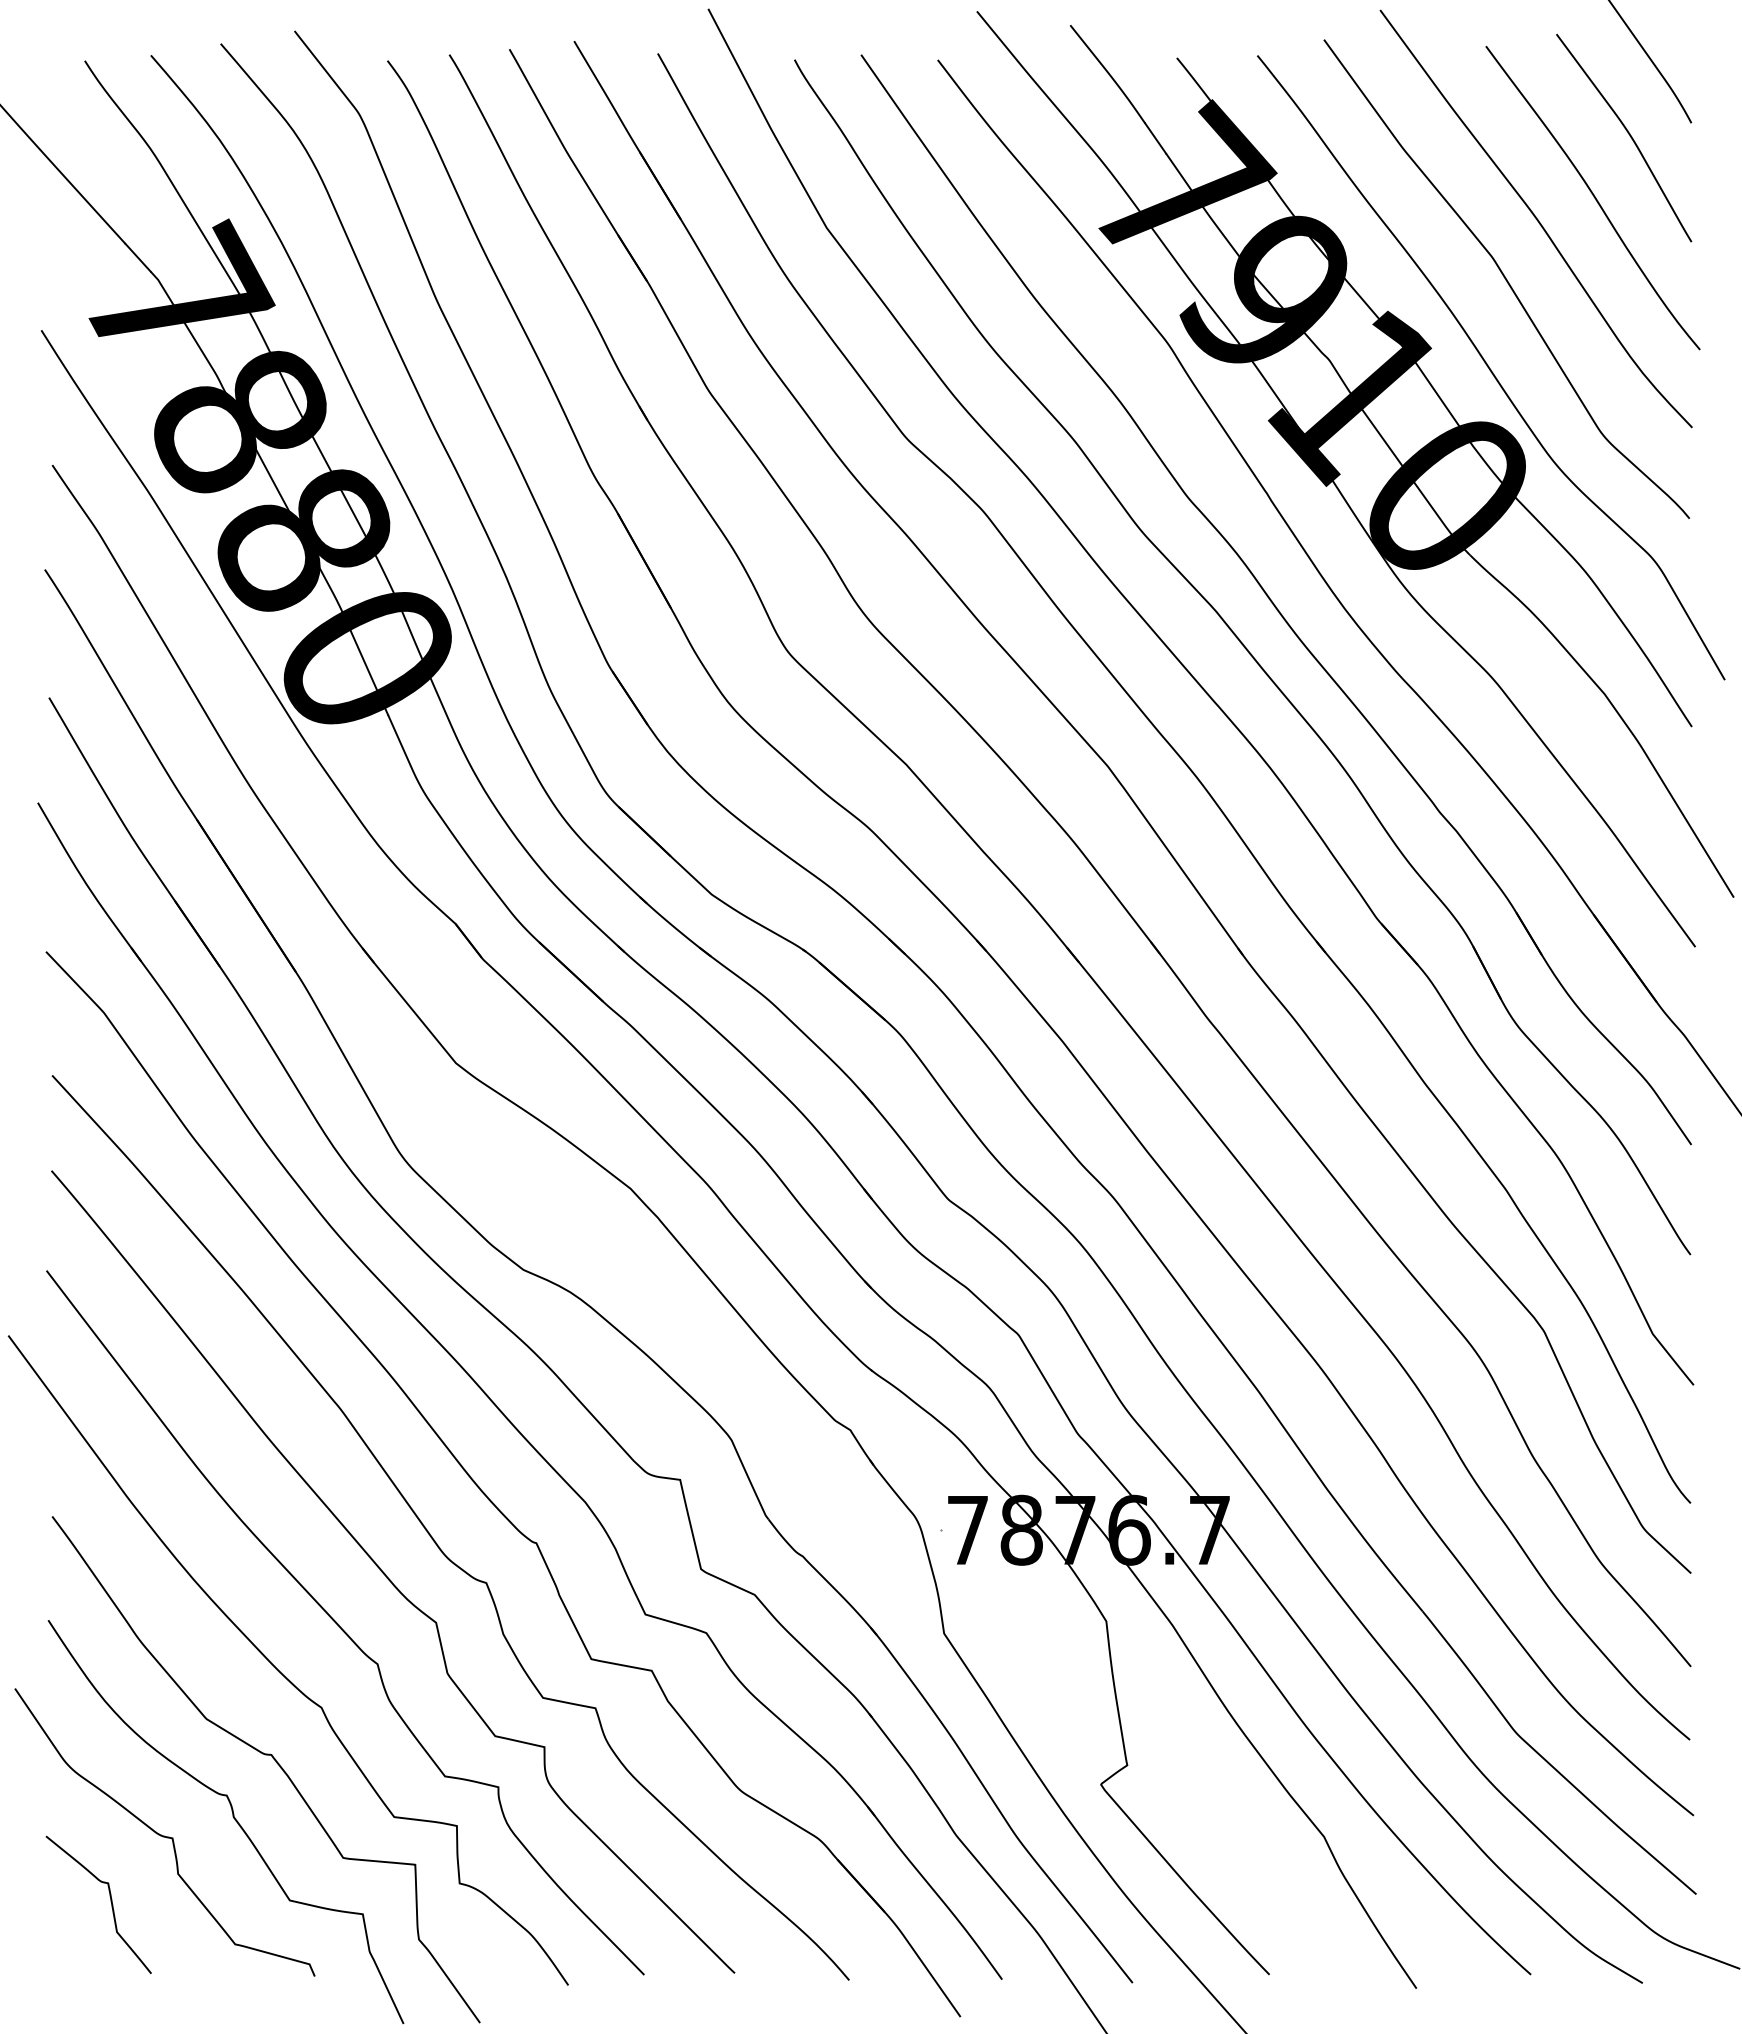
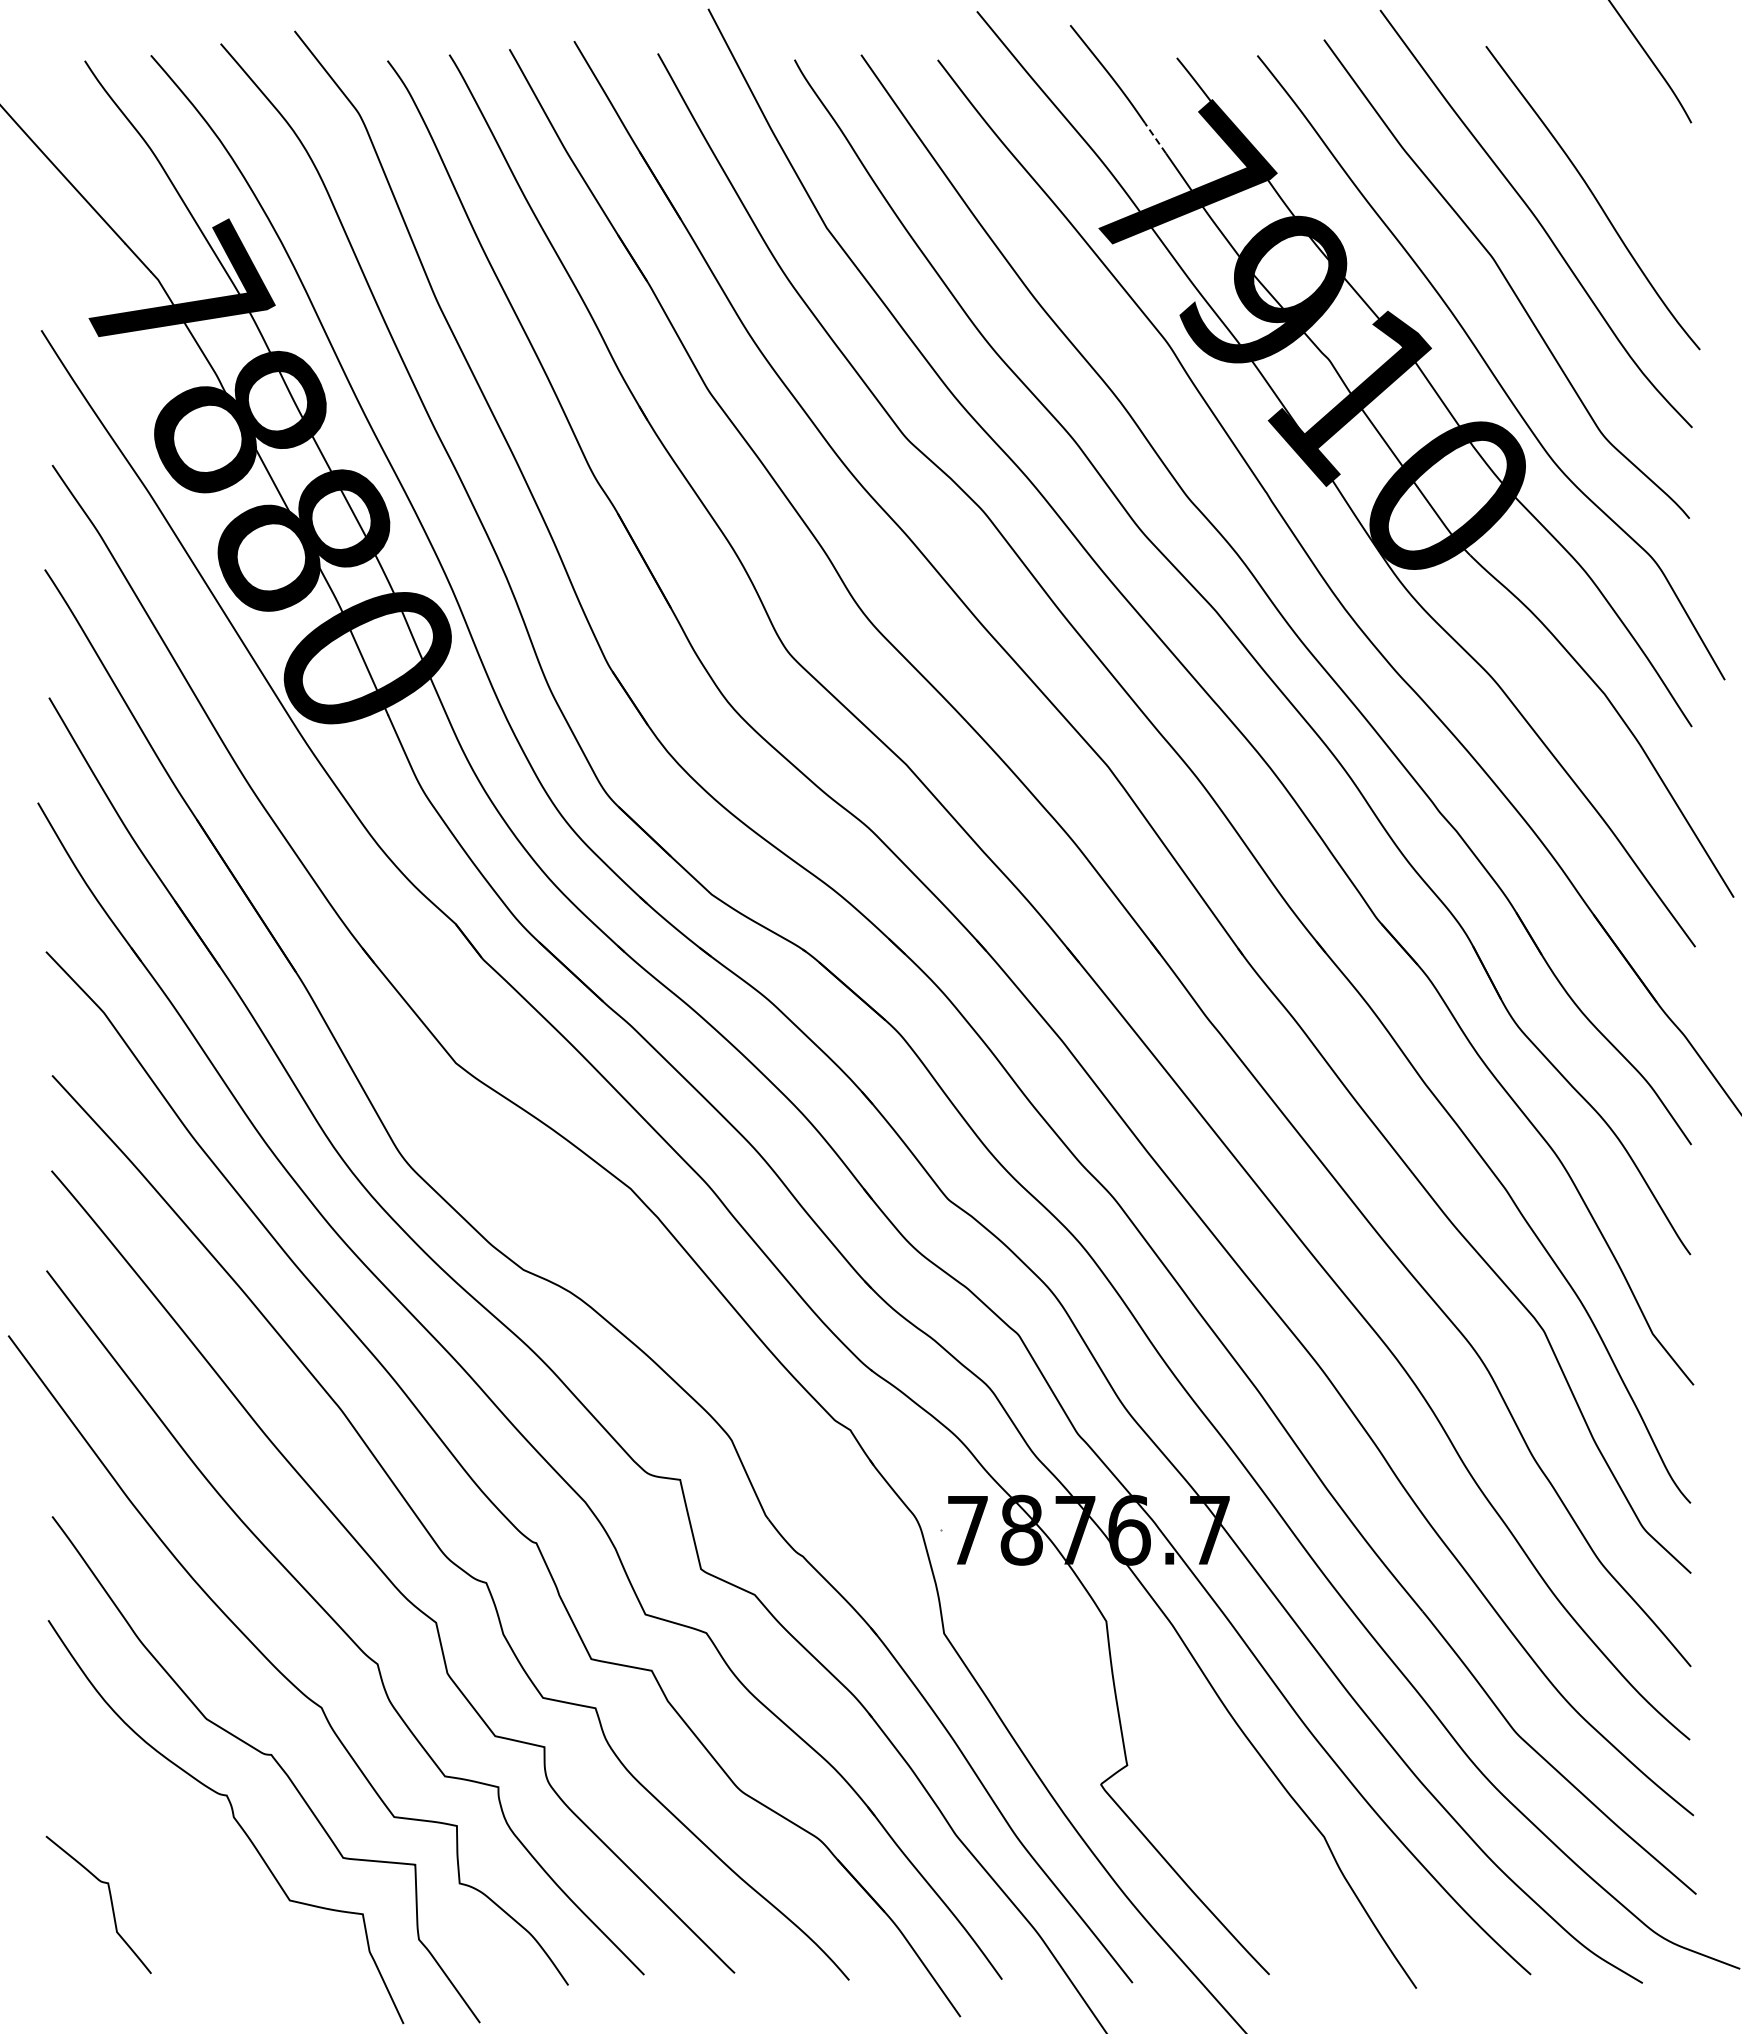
curve at (1627, 133): present -> none
line at (1155, 137): solid -> dashed
curve at (164, 1835): present -> none
